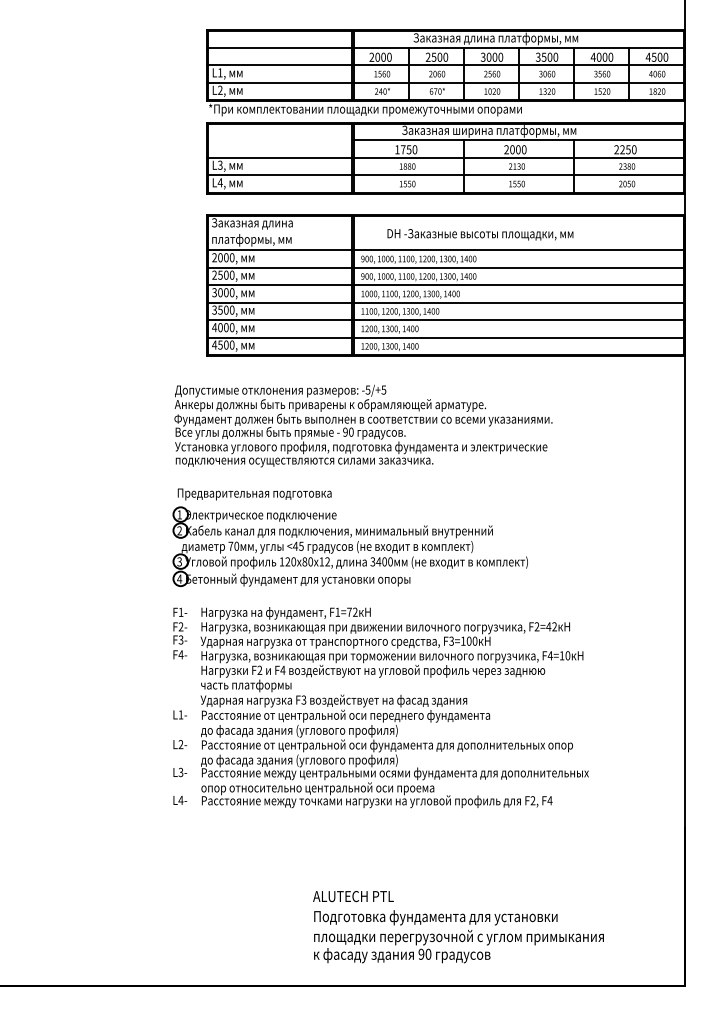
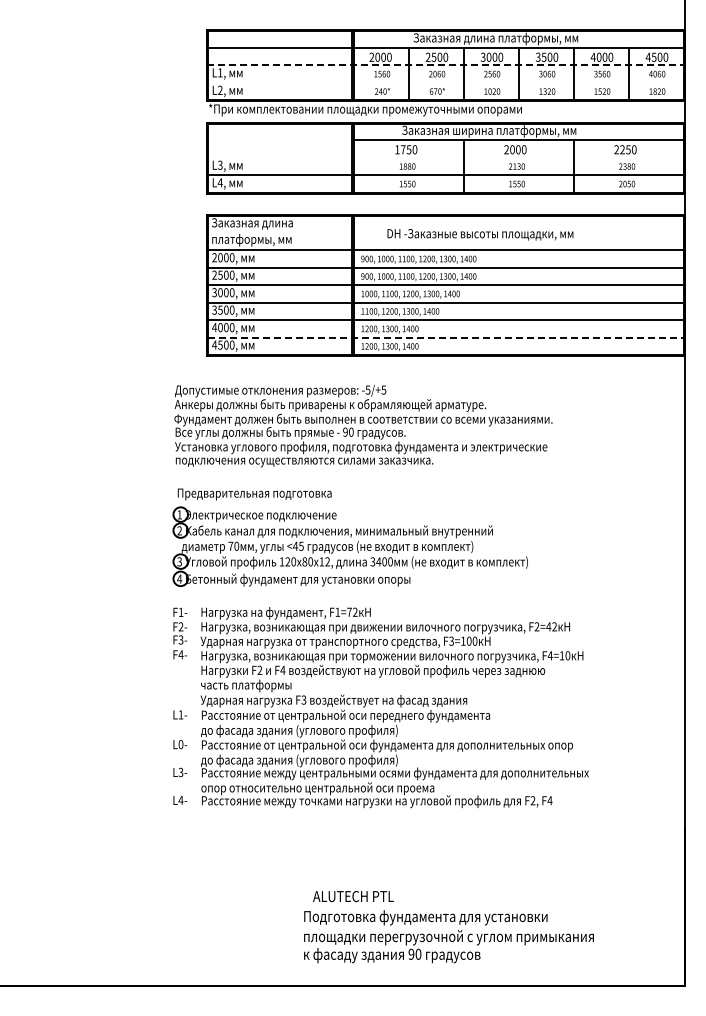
line at (445, 65): solid -> dashed
line at (444, 82): present -> none
line at (444, 157): present -> none
line at (446, 337): solid -> dashed
text at (180, 744): L2- -> L0-
text at (458, 936) position: (458, 936) -> (448, 936)
